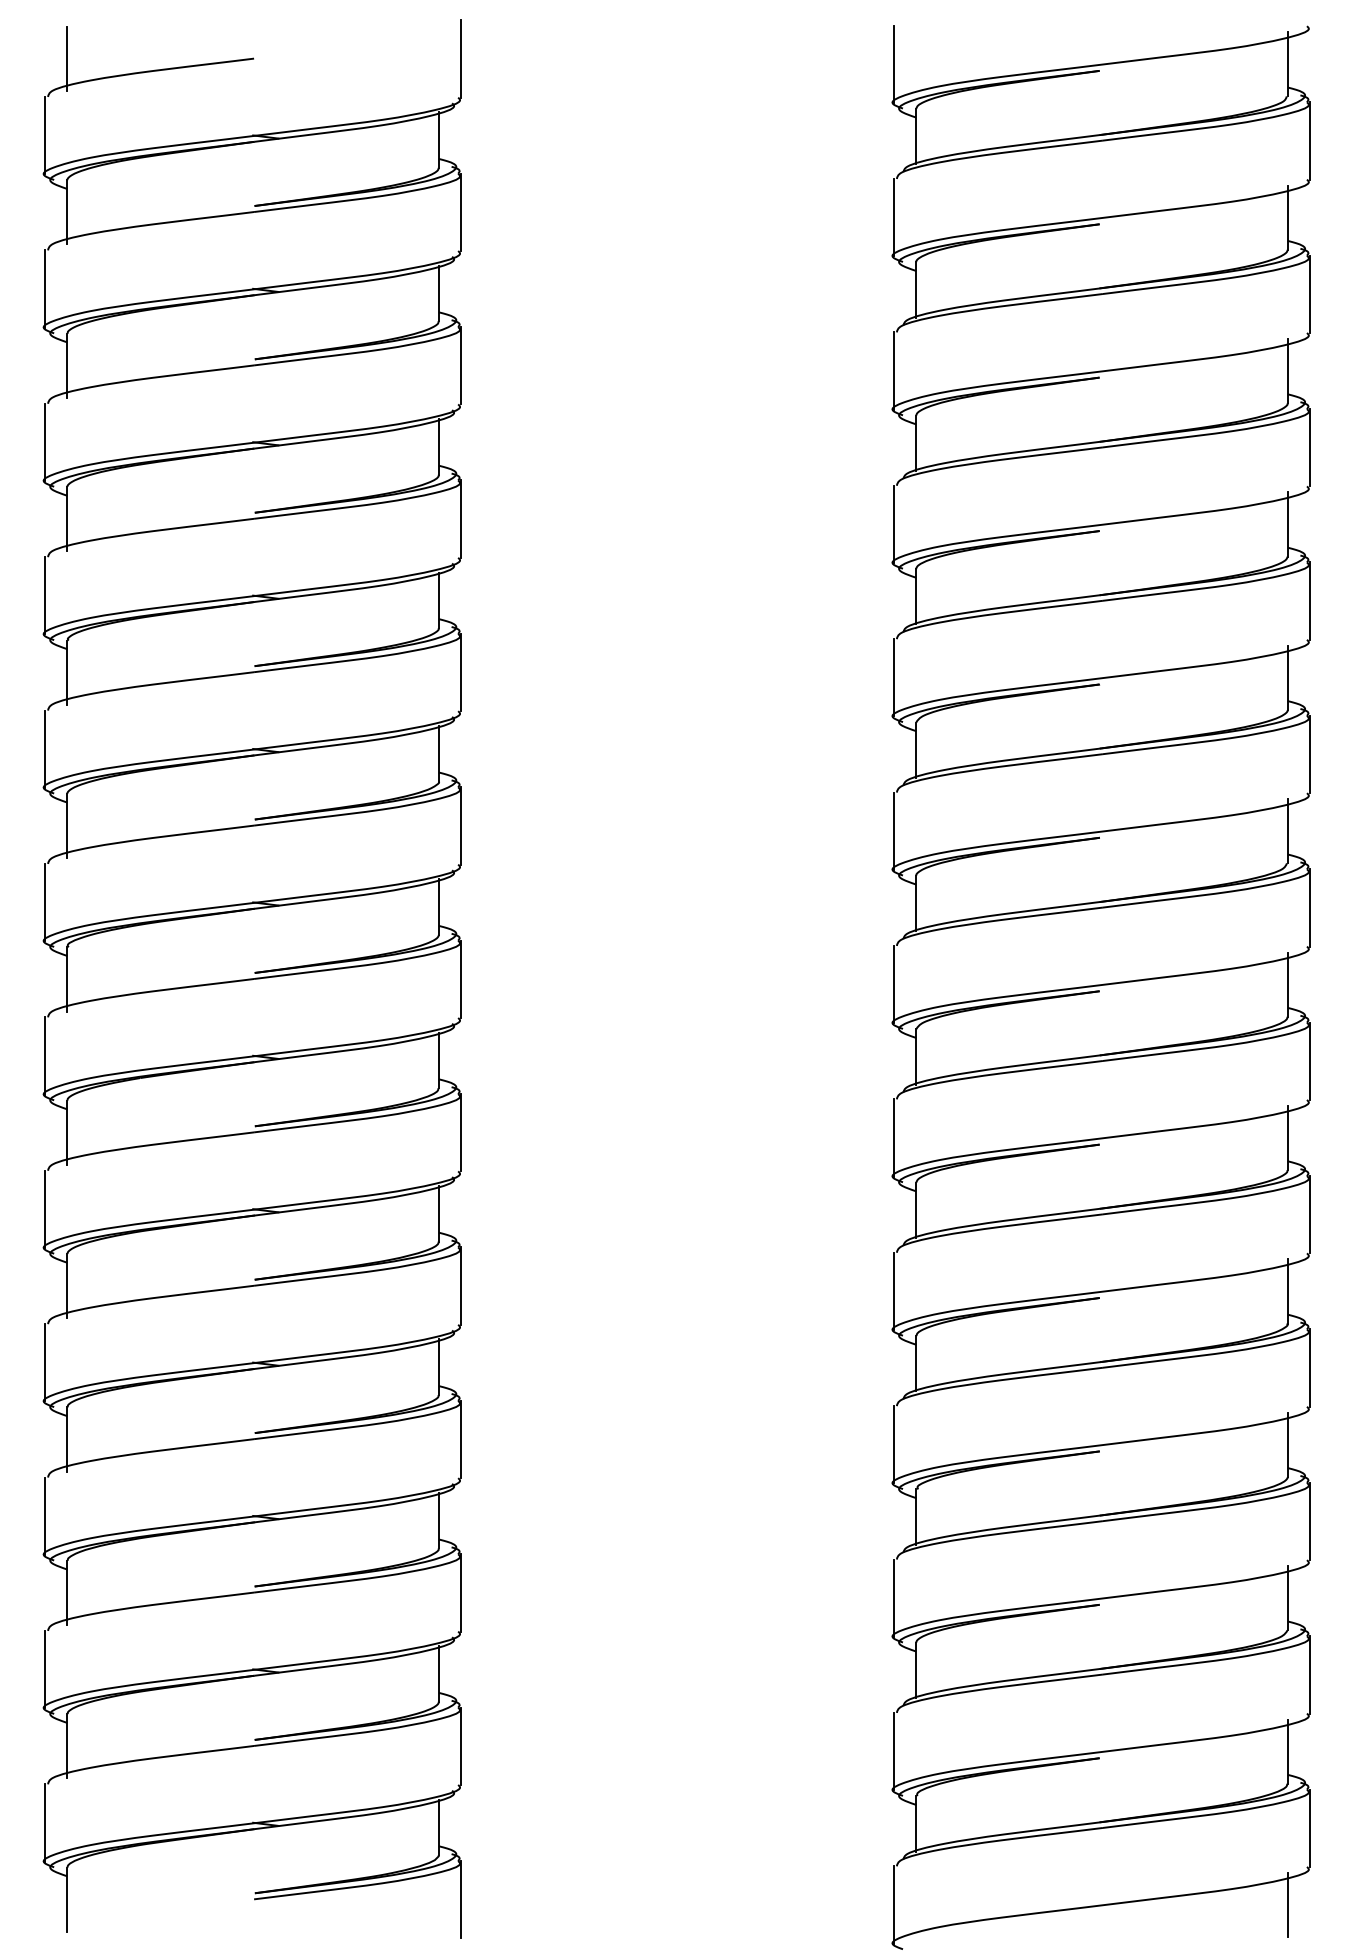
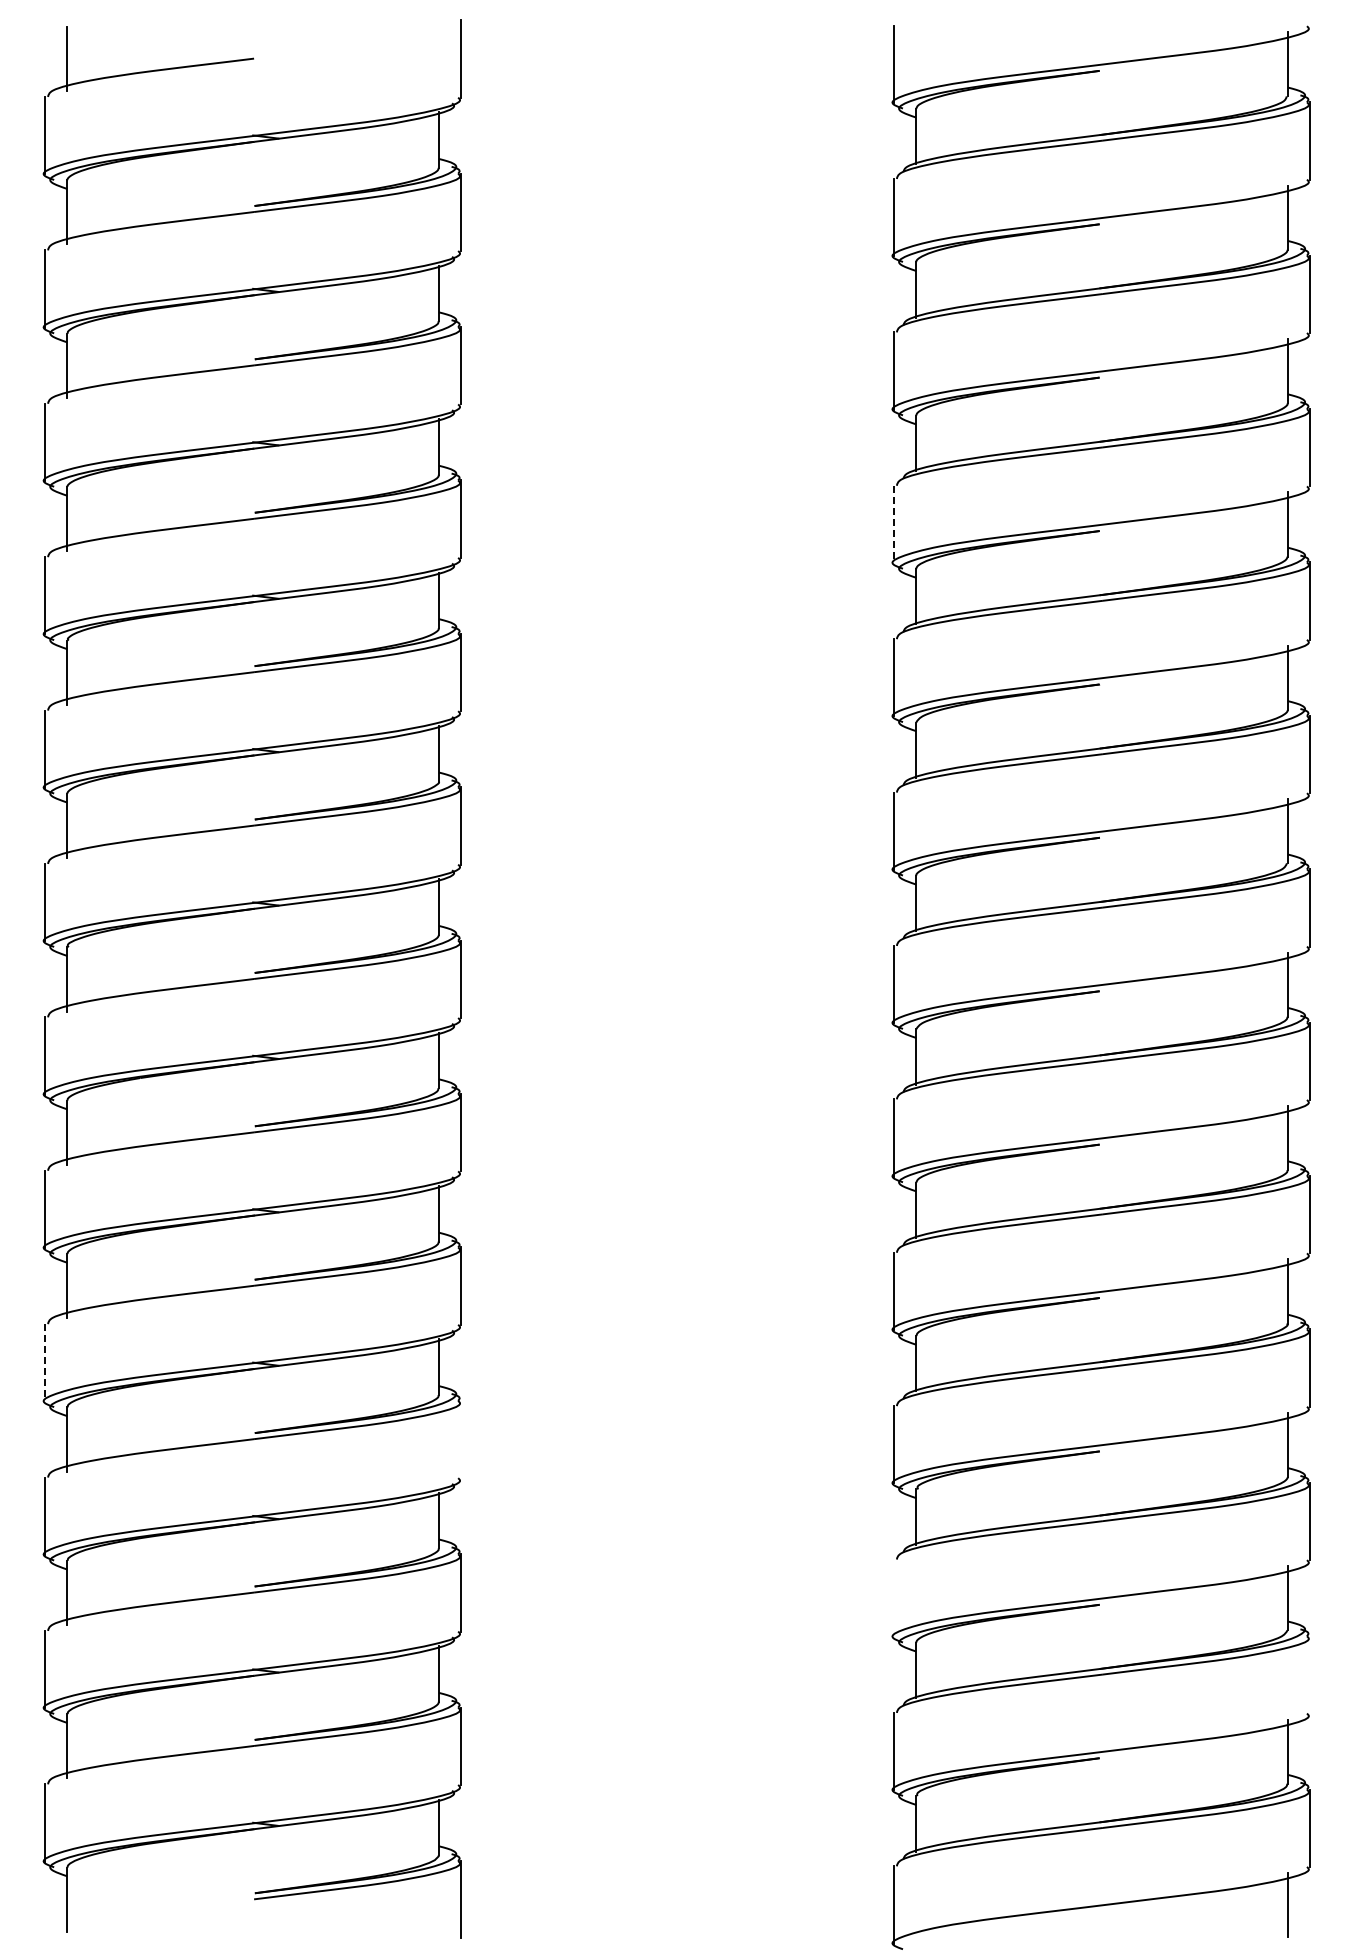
line at (893, 524): solid -> dashed
line at (45, 1362): solid -> dashed
line at (461, 1439): present -> none
line at (893, 1597): present -> none
line at (1310, 1674): present -> none
